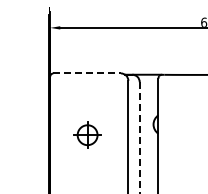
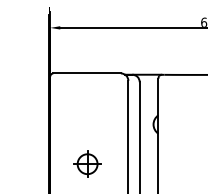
line at (87, 73): dashed -> solid
part at (87, 134) position: (87, 134) -> (87, 163)
line at (139, 137): dashed -> solid
